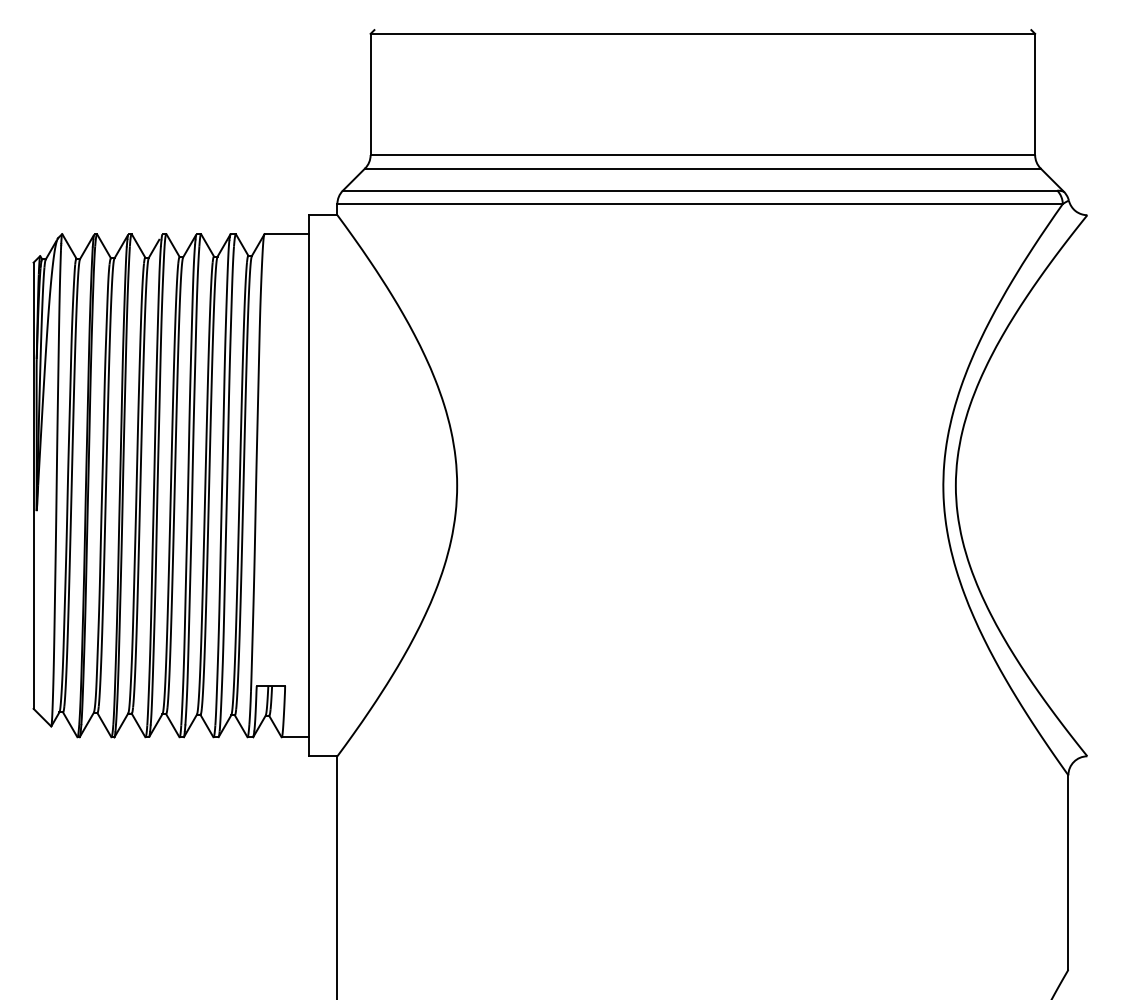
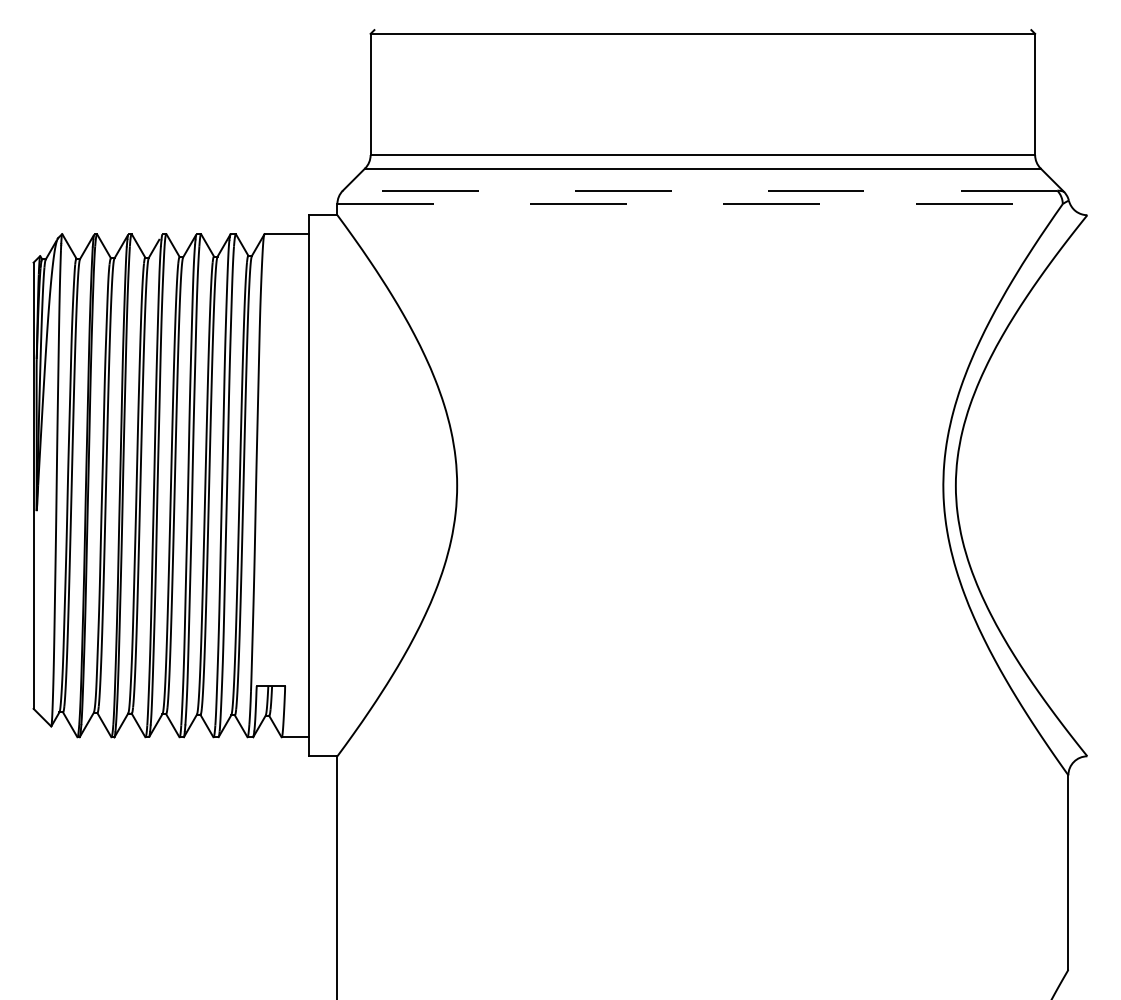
line at (699, 190): solid -> dashed
line at (700, 204): solid -> dashed
